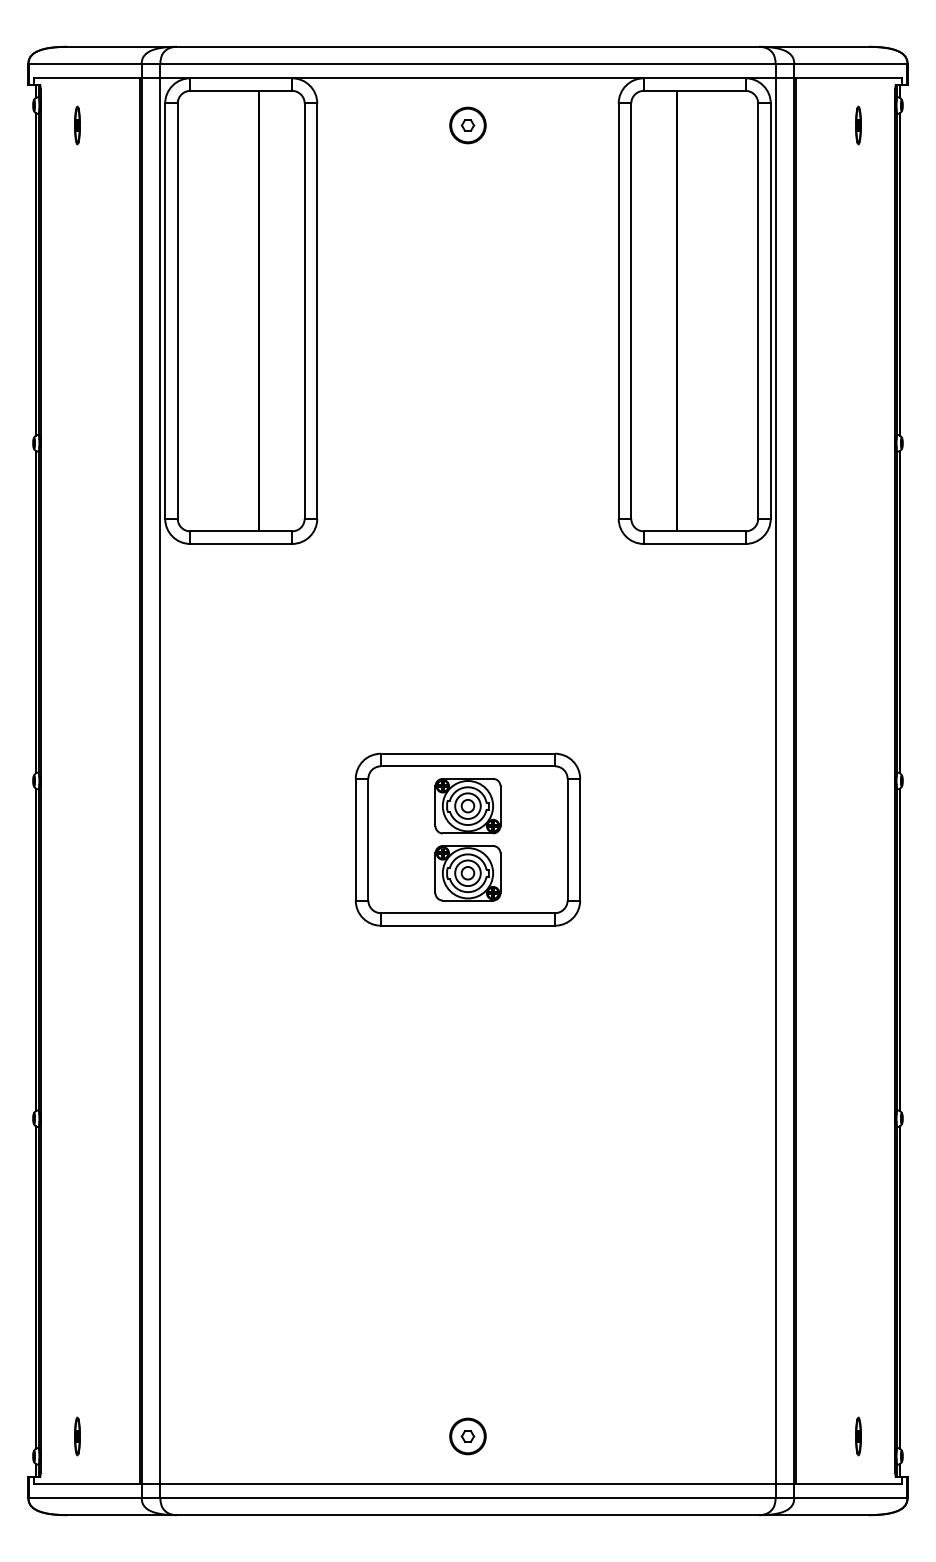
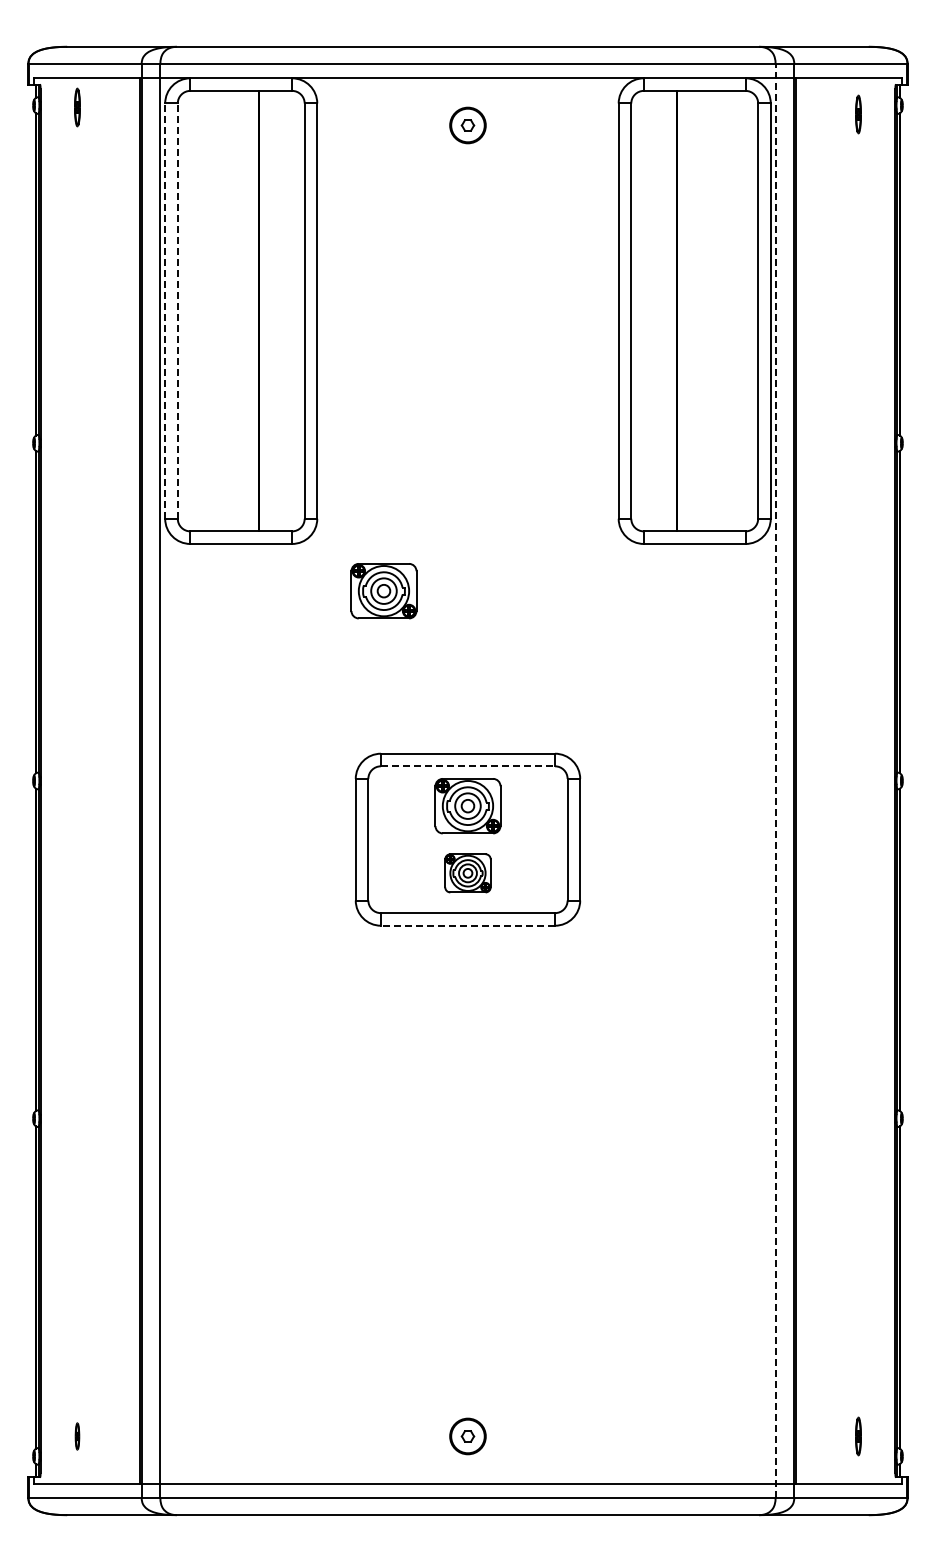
part at (77, 125) position: (77, 125) -> (77, 107)
part at (858, 125) position: (858, 125) -> (858, 114)
line at (165, 311): solid -> dashed
line at (177, 311): solid -> dashed
part at (383, 591): none -> present
line at (468, 766): solid -> dashed
line at (775, 780): solid -> dashed
part at (467, 873) size: 68x57 px -> 48x41 px
line at (467, 925): solid -> dashed
part at (77, 1436) size: 7x41 px -> 7x29 px
